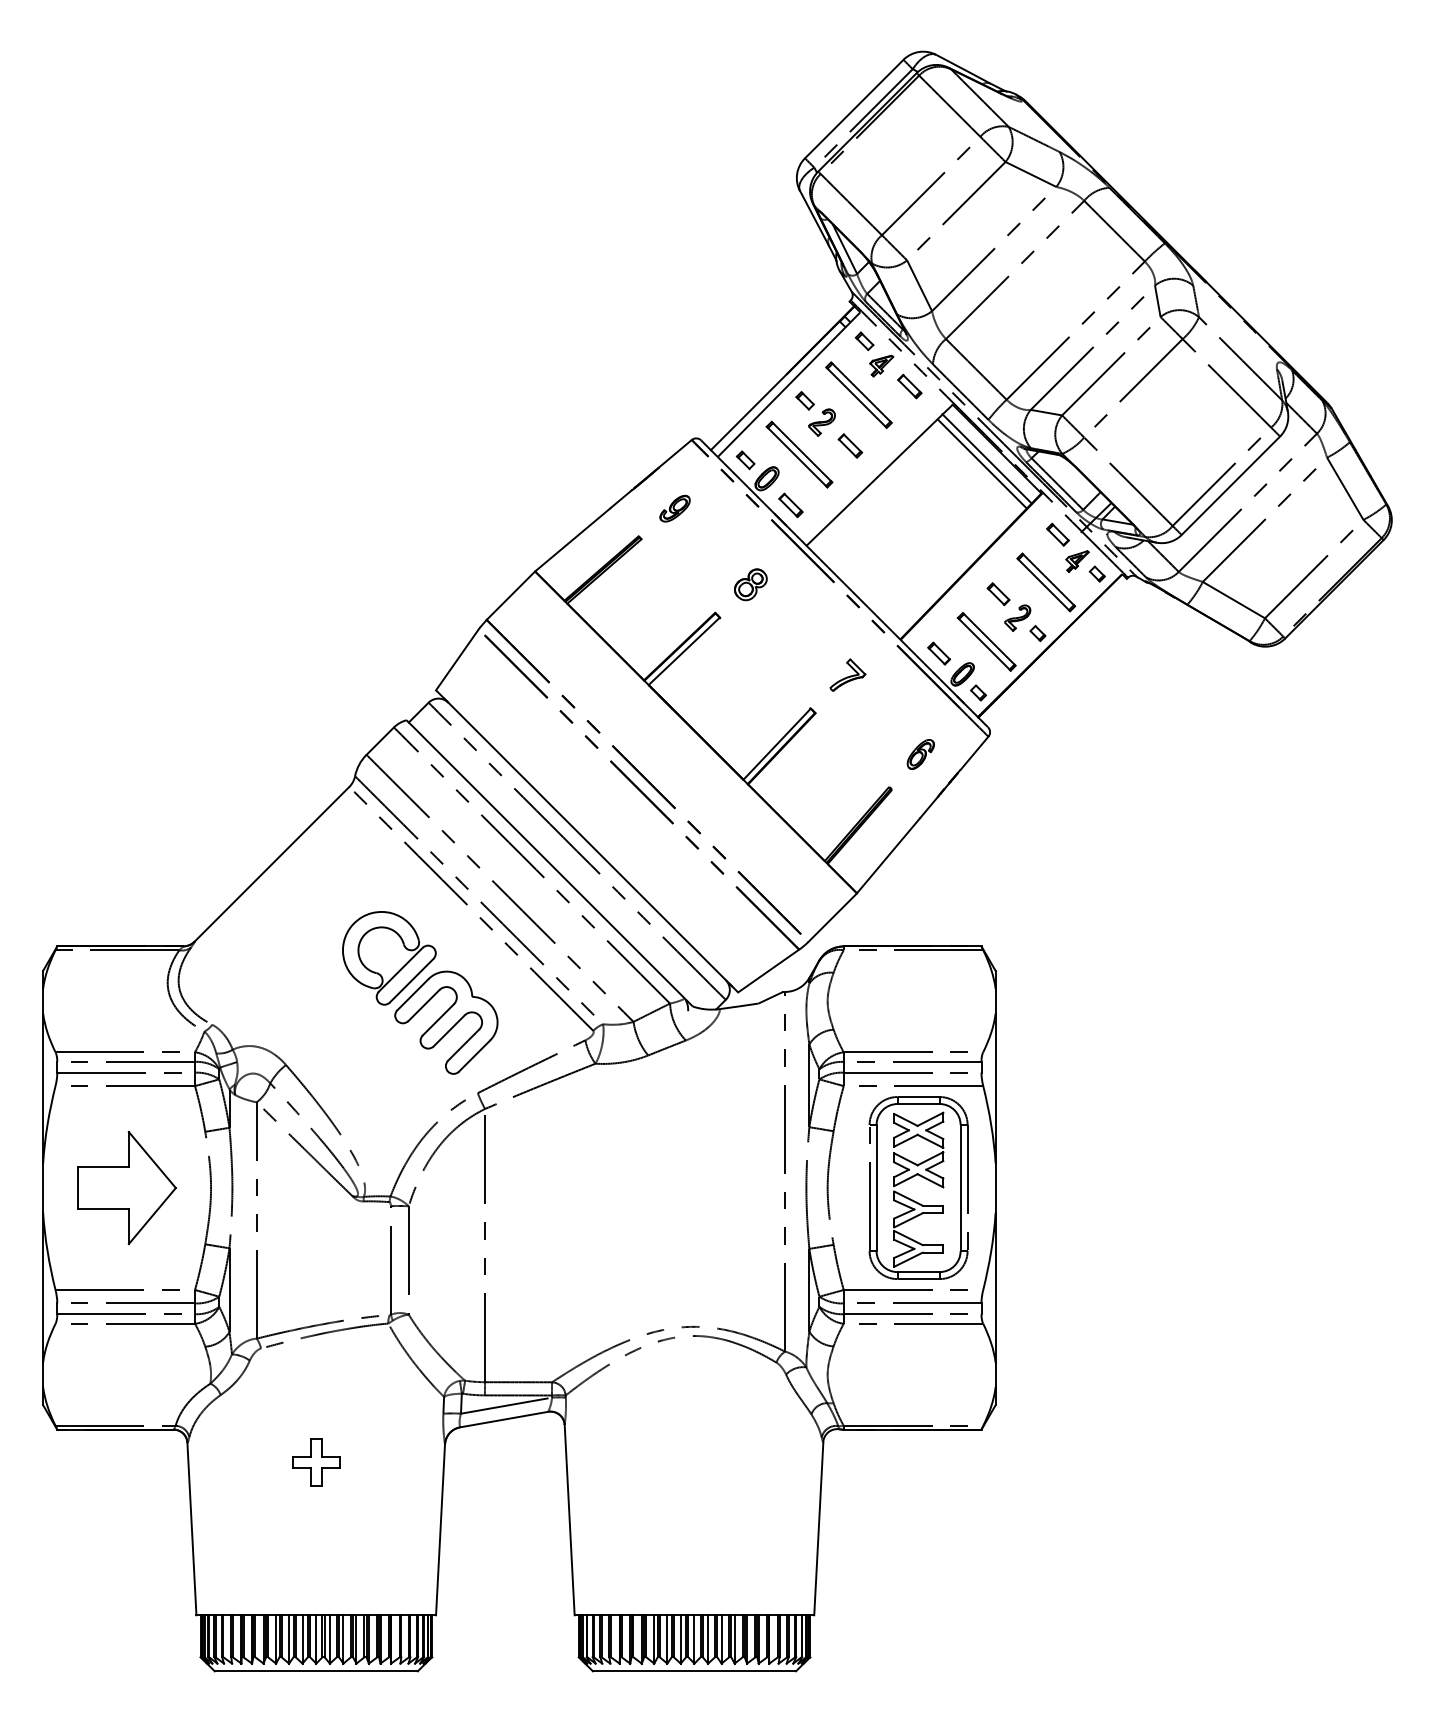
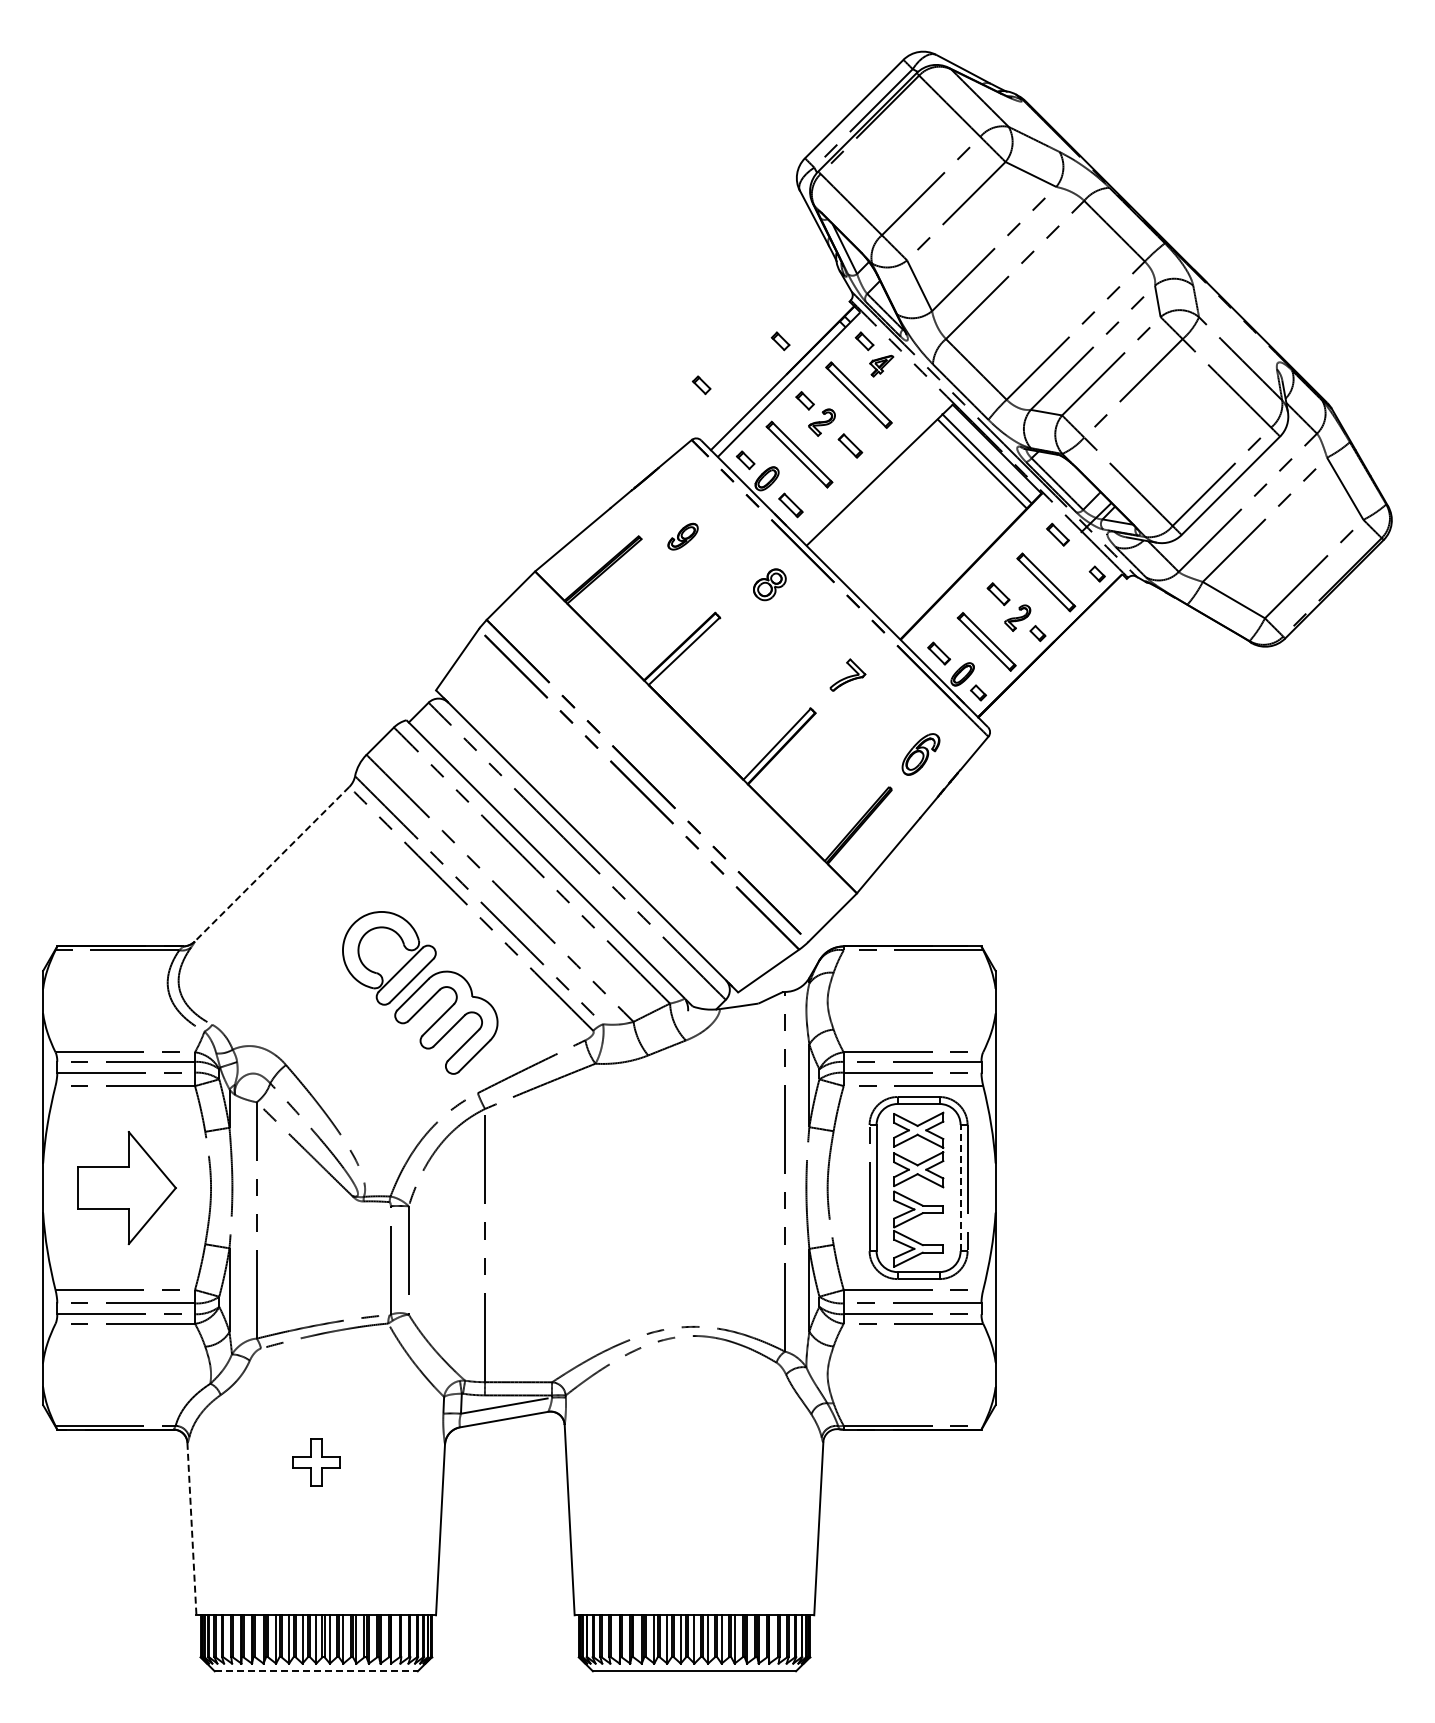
part at (780, 341): none -> present
part at (701, 385): none -> present
part at (909, 386): present -> none
part at (674, 508) position: (674, 508) -> (682, 536)
part at (1077, 561): present -> none
part at (750, 584) position: (750, 584) -> (769, 584)
part at (920, 754) size: 29x31 px -> 40x43 px
line at (271, 864): solid -> dashed
line at (960, 1187): solid -> dashed
line at (191, 1529): solid -> dashed
line at (316, 1671): solid -> dashed
